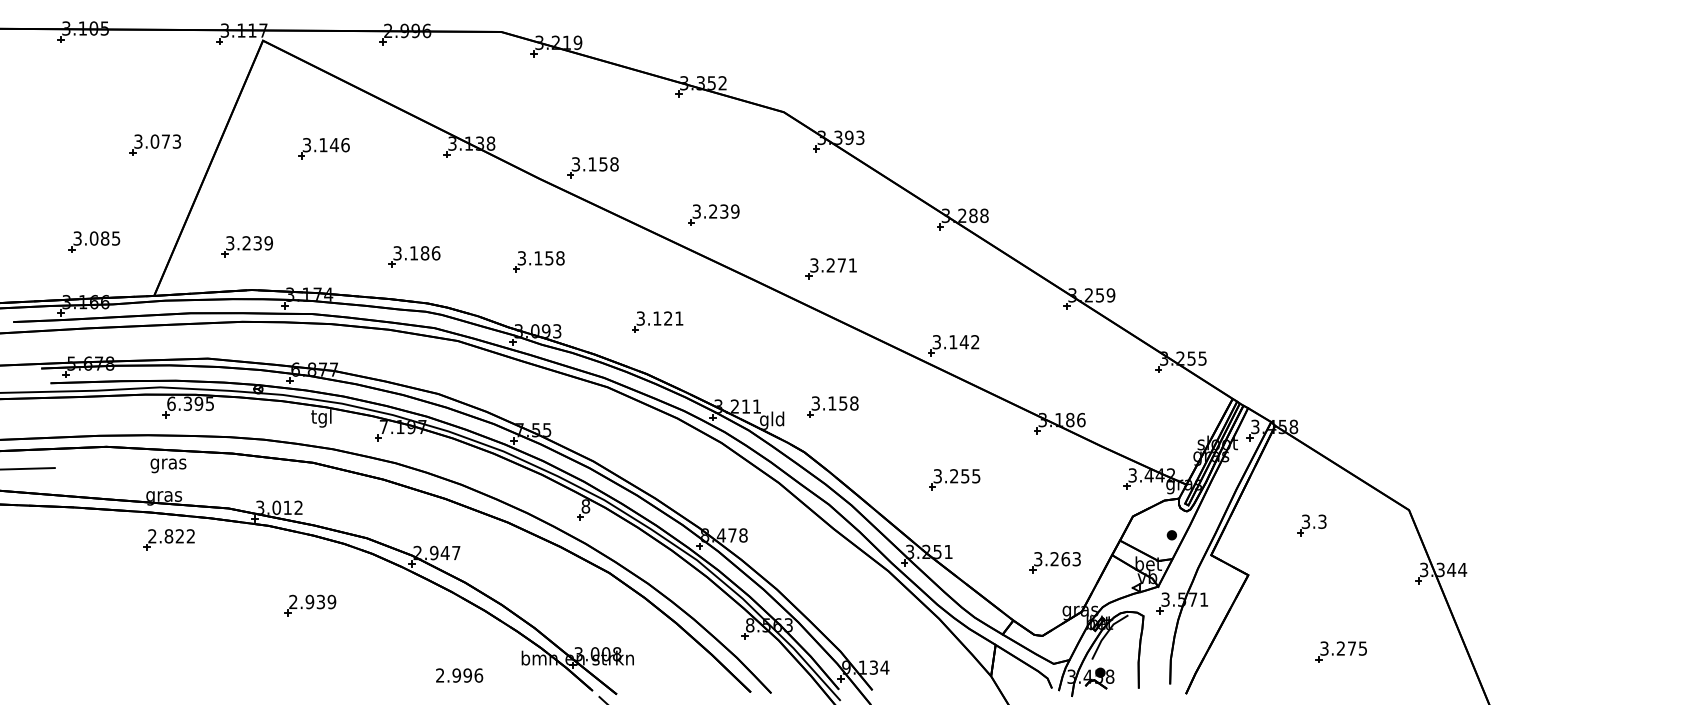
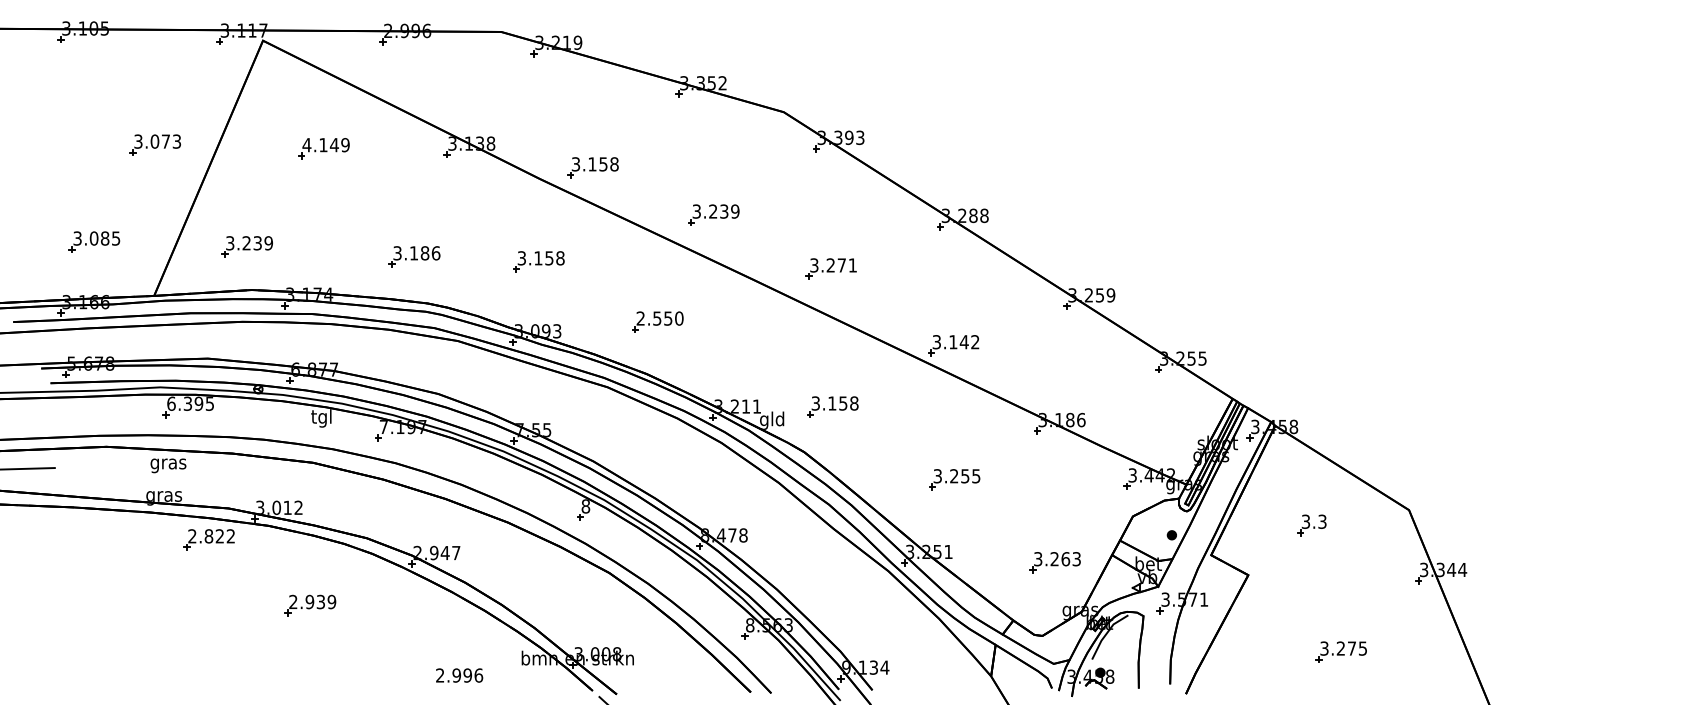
text at (325, 145): 3.146 -> 4.149
text at (659, 318): 3.121 -> 2.550
part at (168, 539) position: (168, 539) -> (208, 539)
